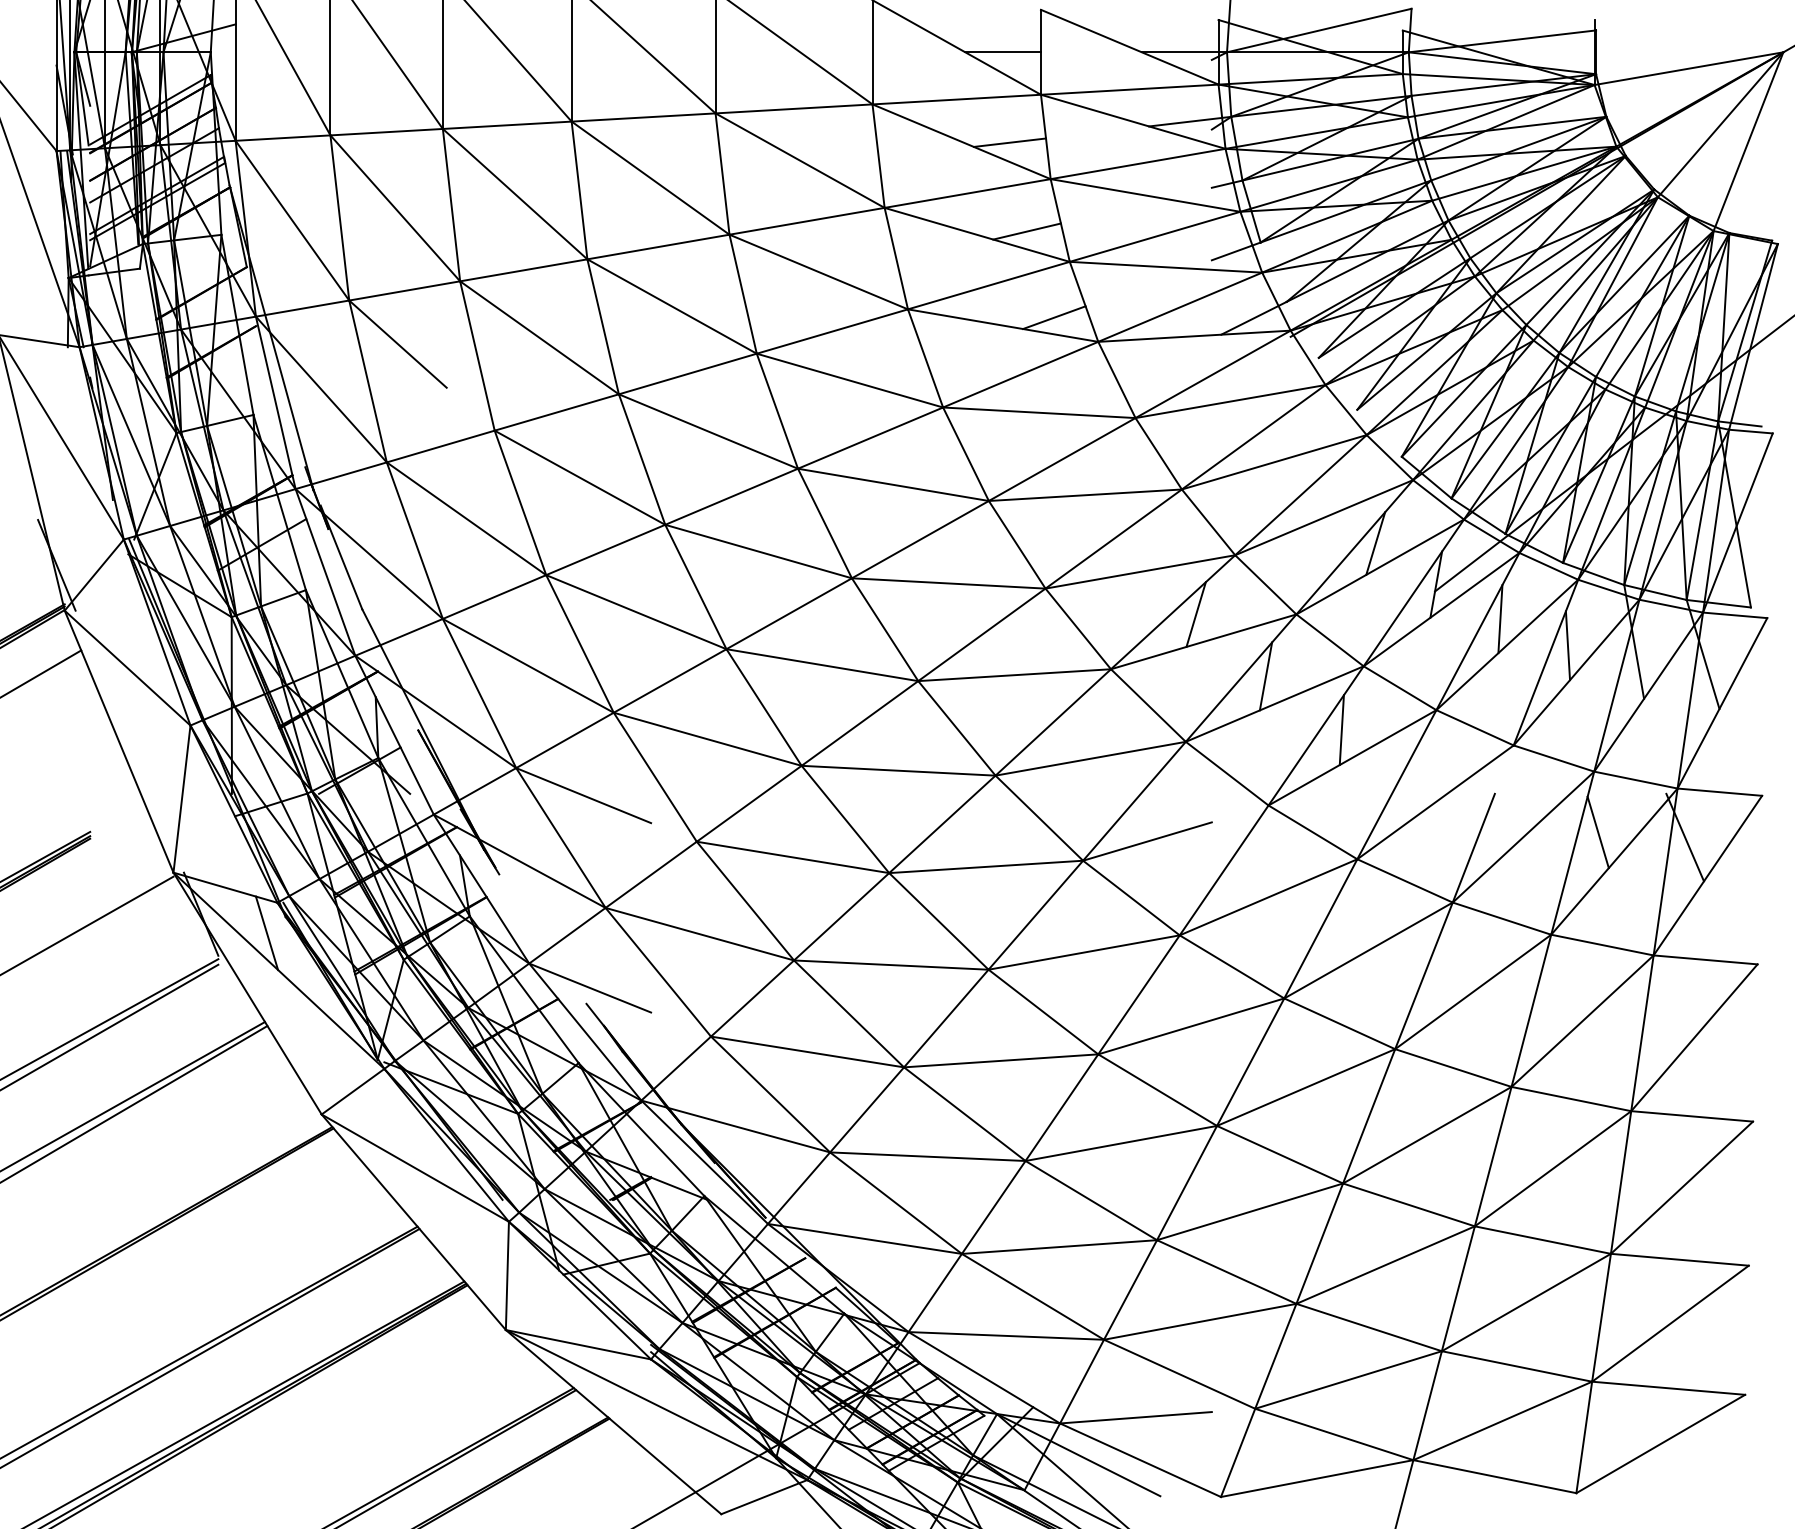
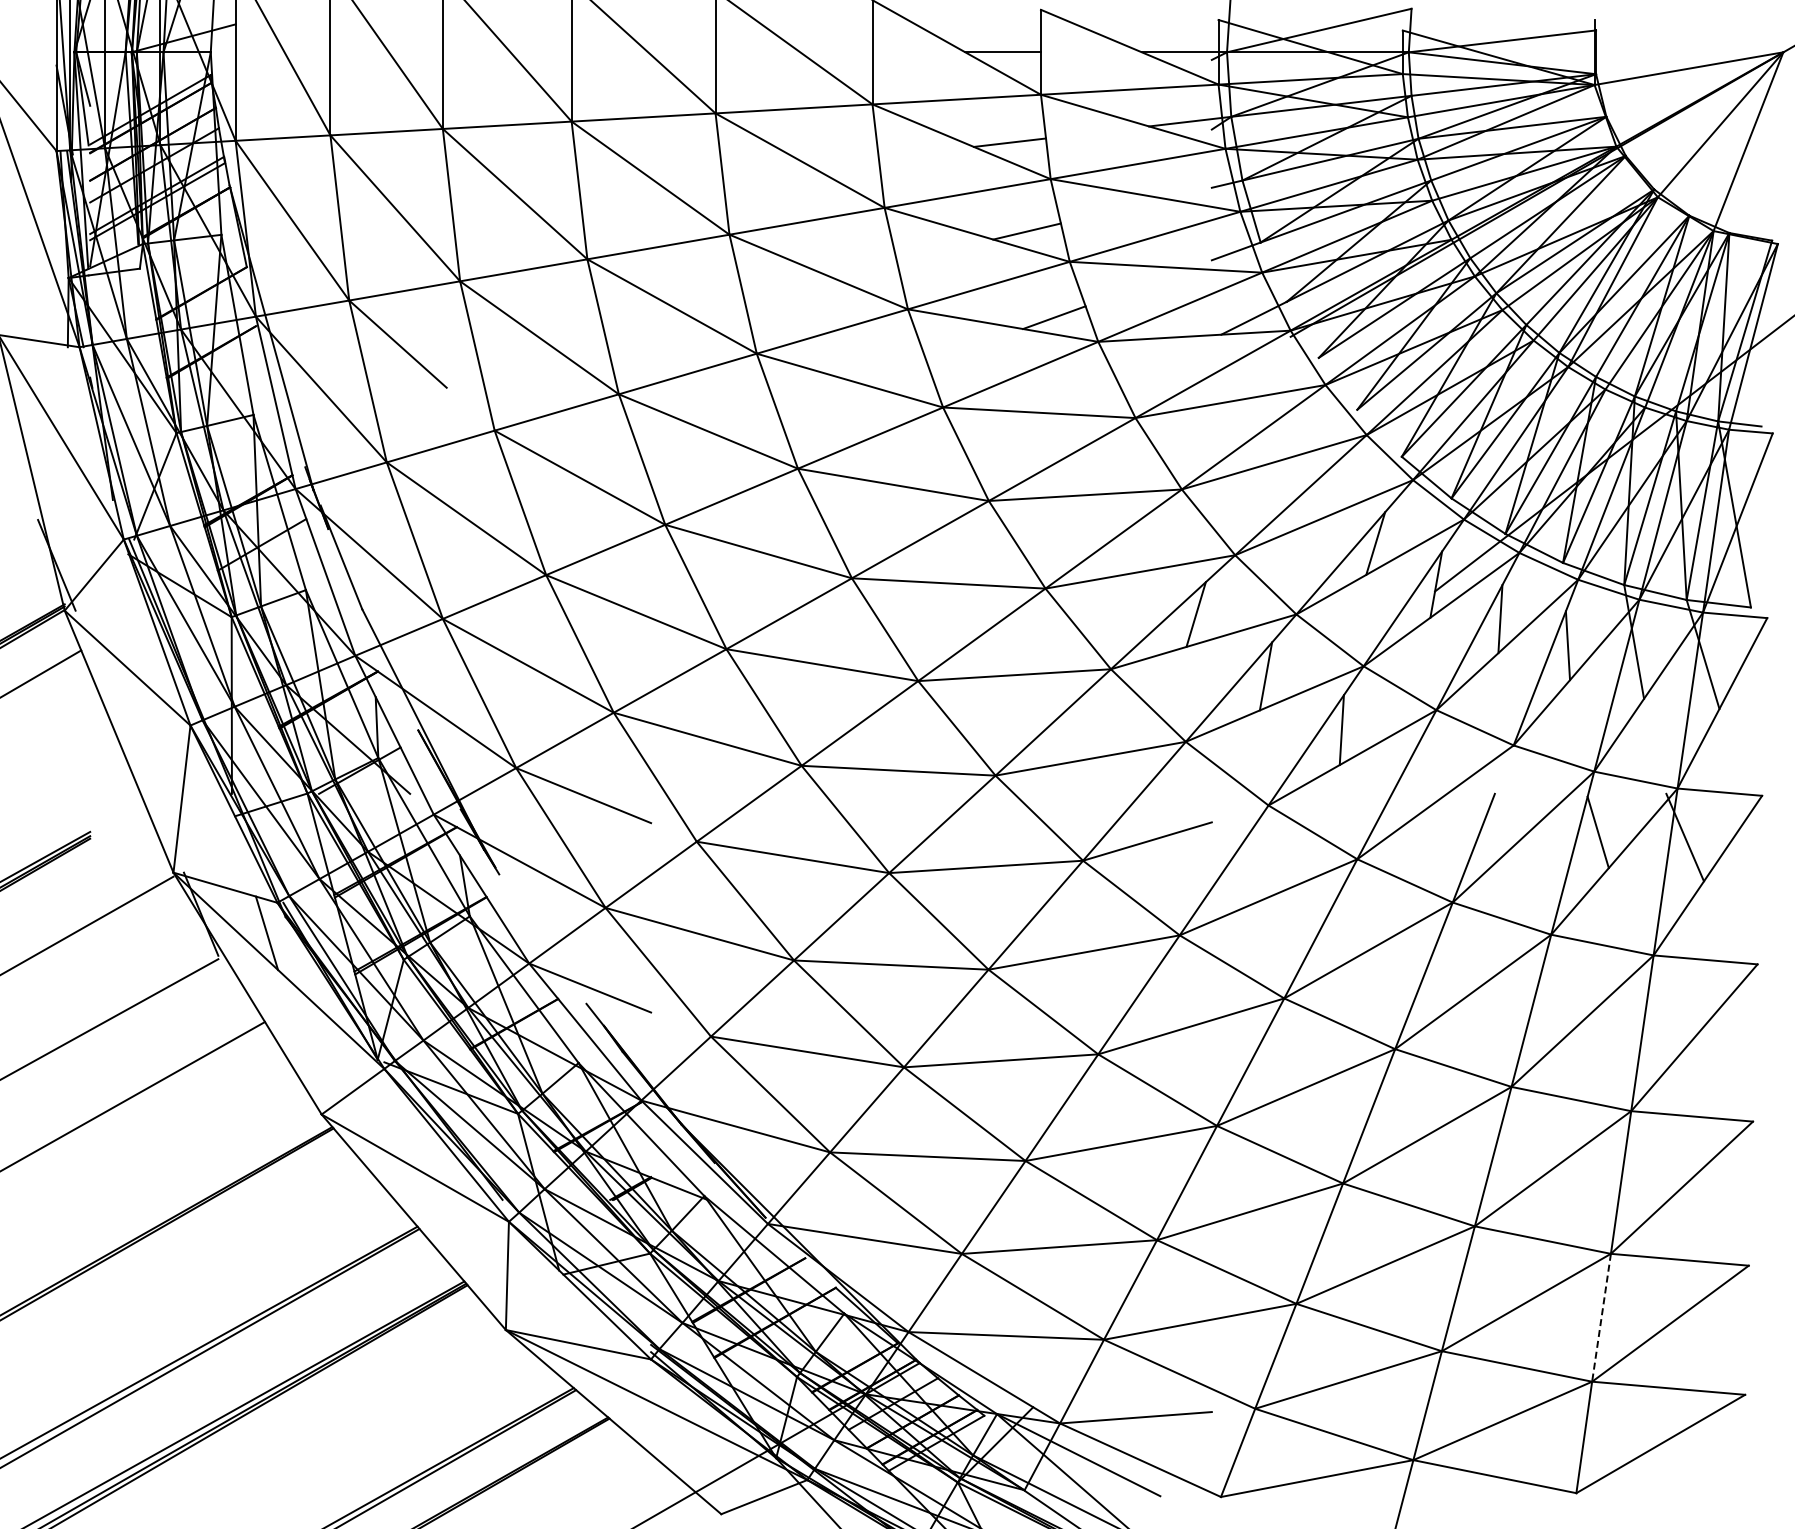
line at (110, 1026): present -> none
line at (134, 1103): present -> none
line at (1601, 1317): solid -> dashed
